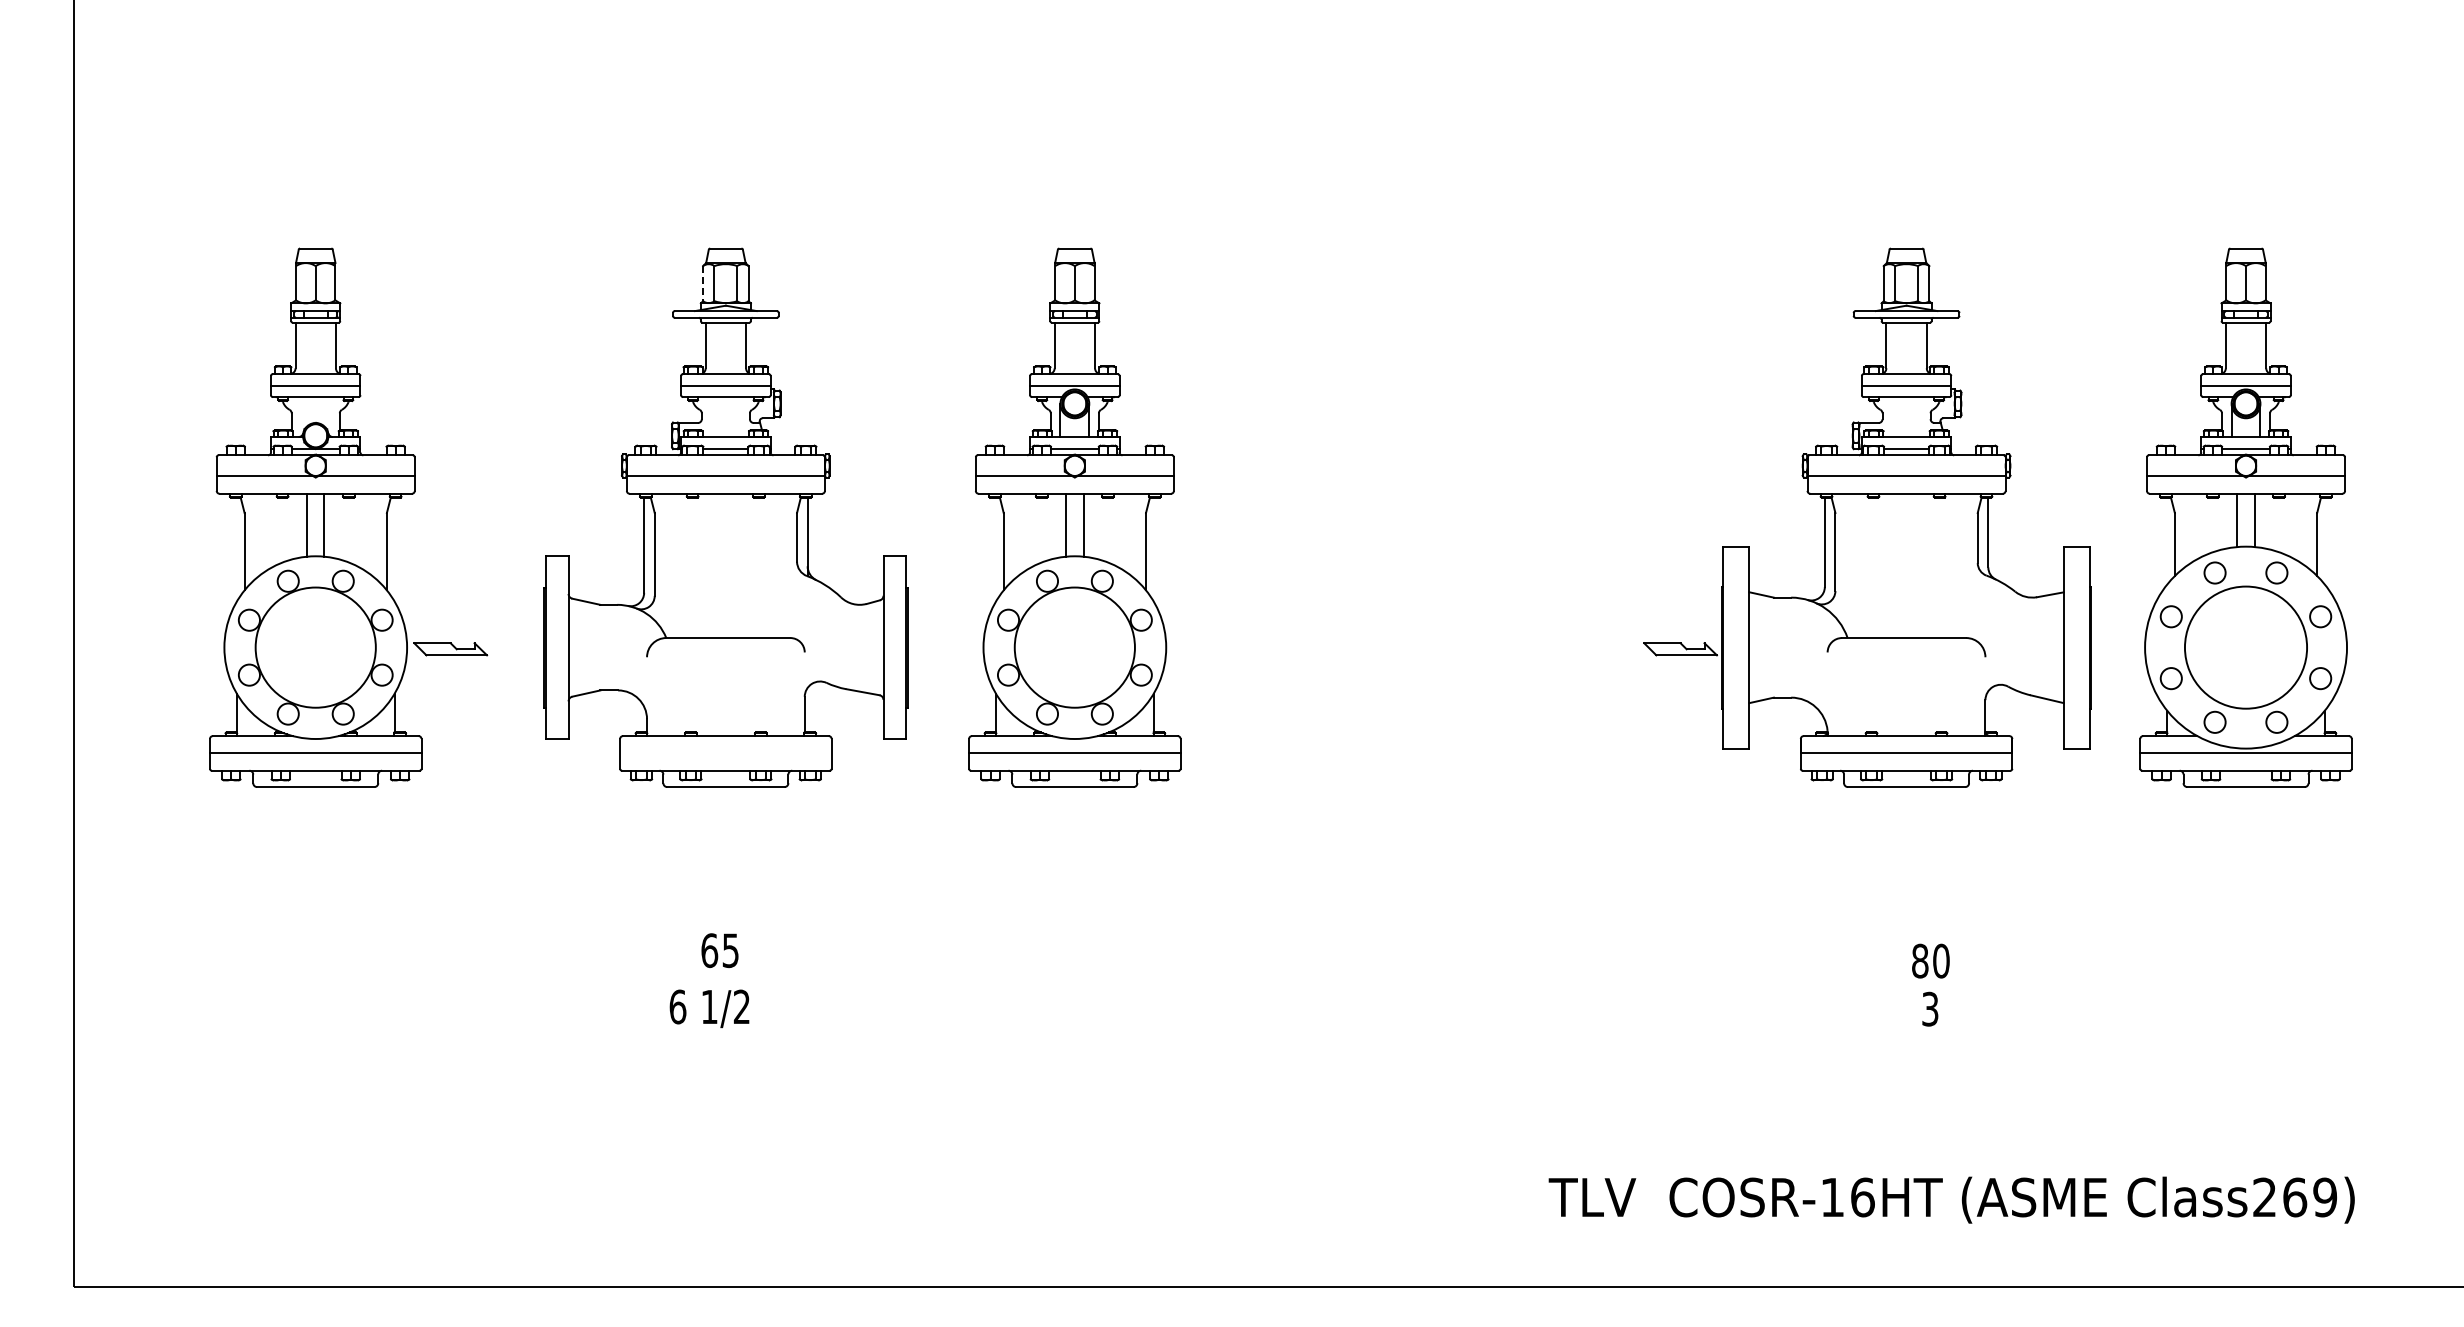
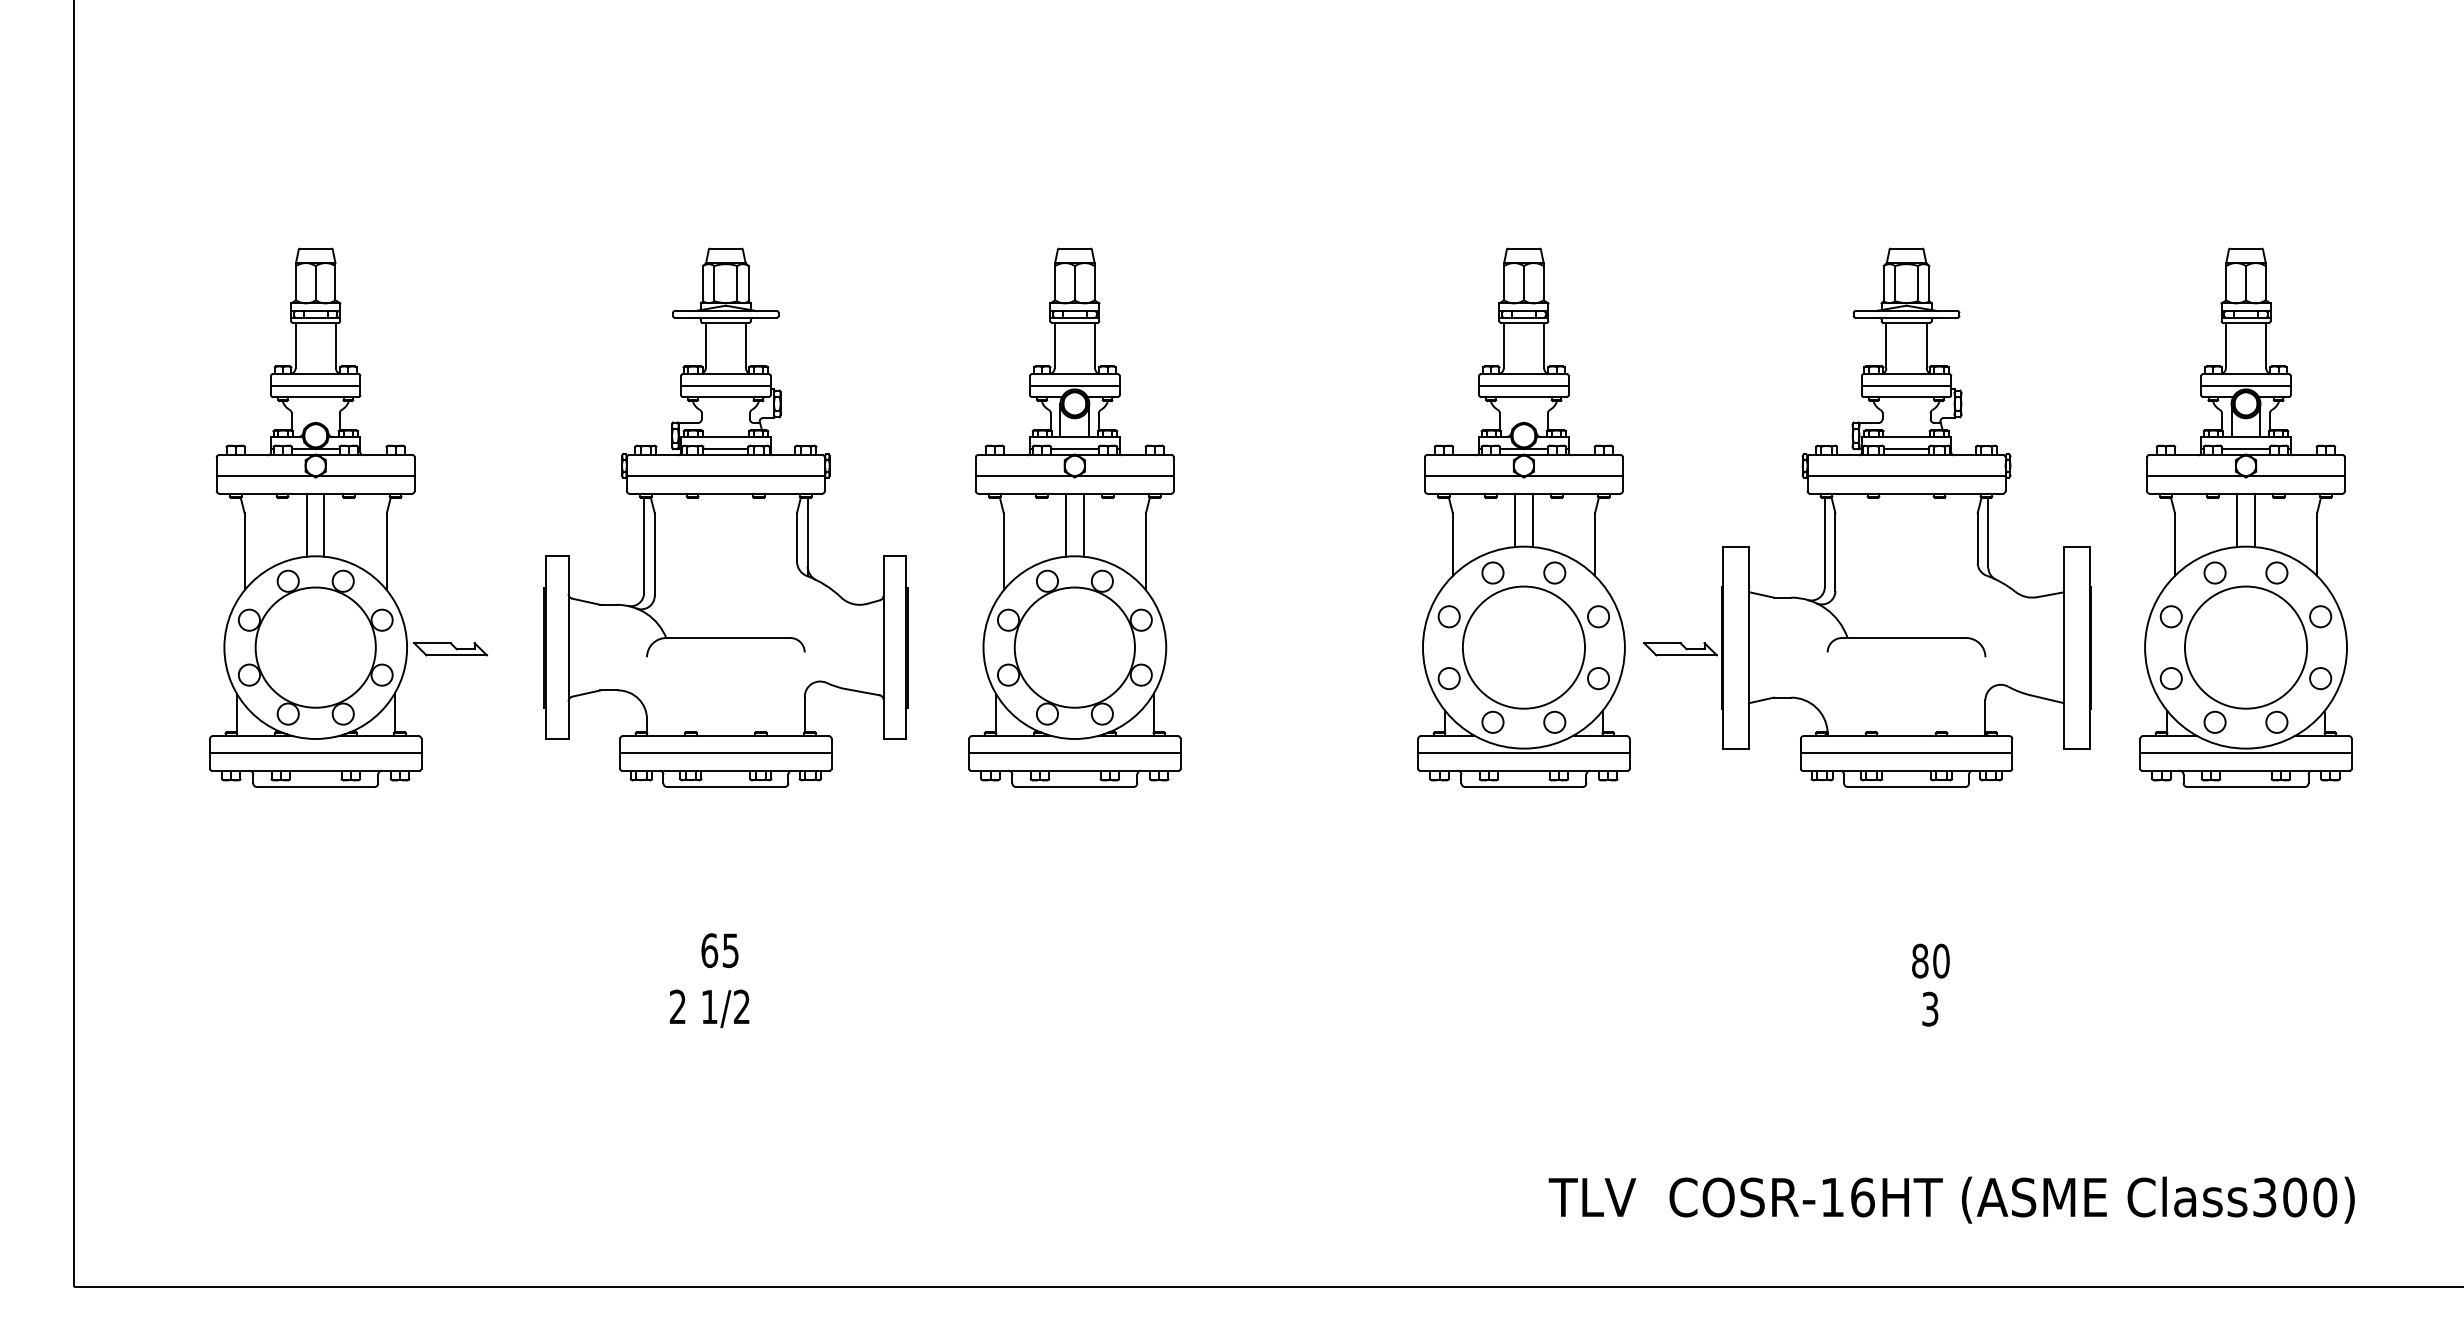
line at (703, 283): dashed -> solid
part at (1523, 517): none -> present
line at (725, 753): none -> present
text at (677, 1006): 6 -> 2
text at (2295, 1197): Class269) -> Class300)
